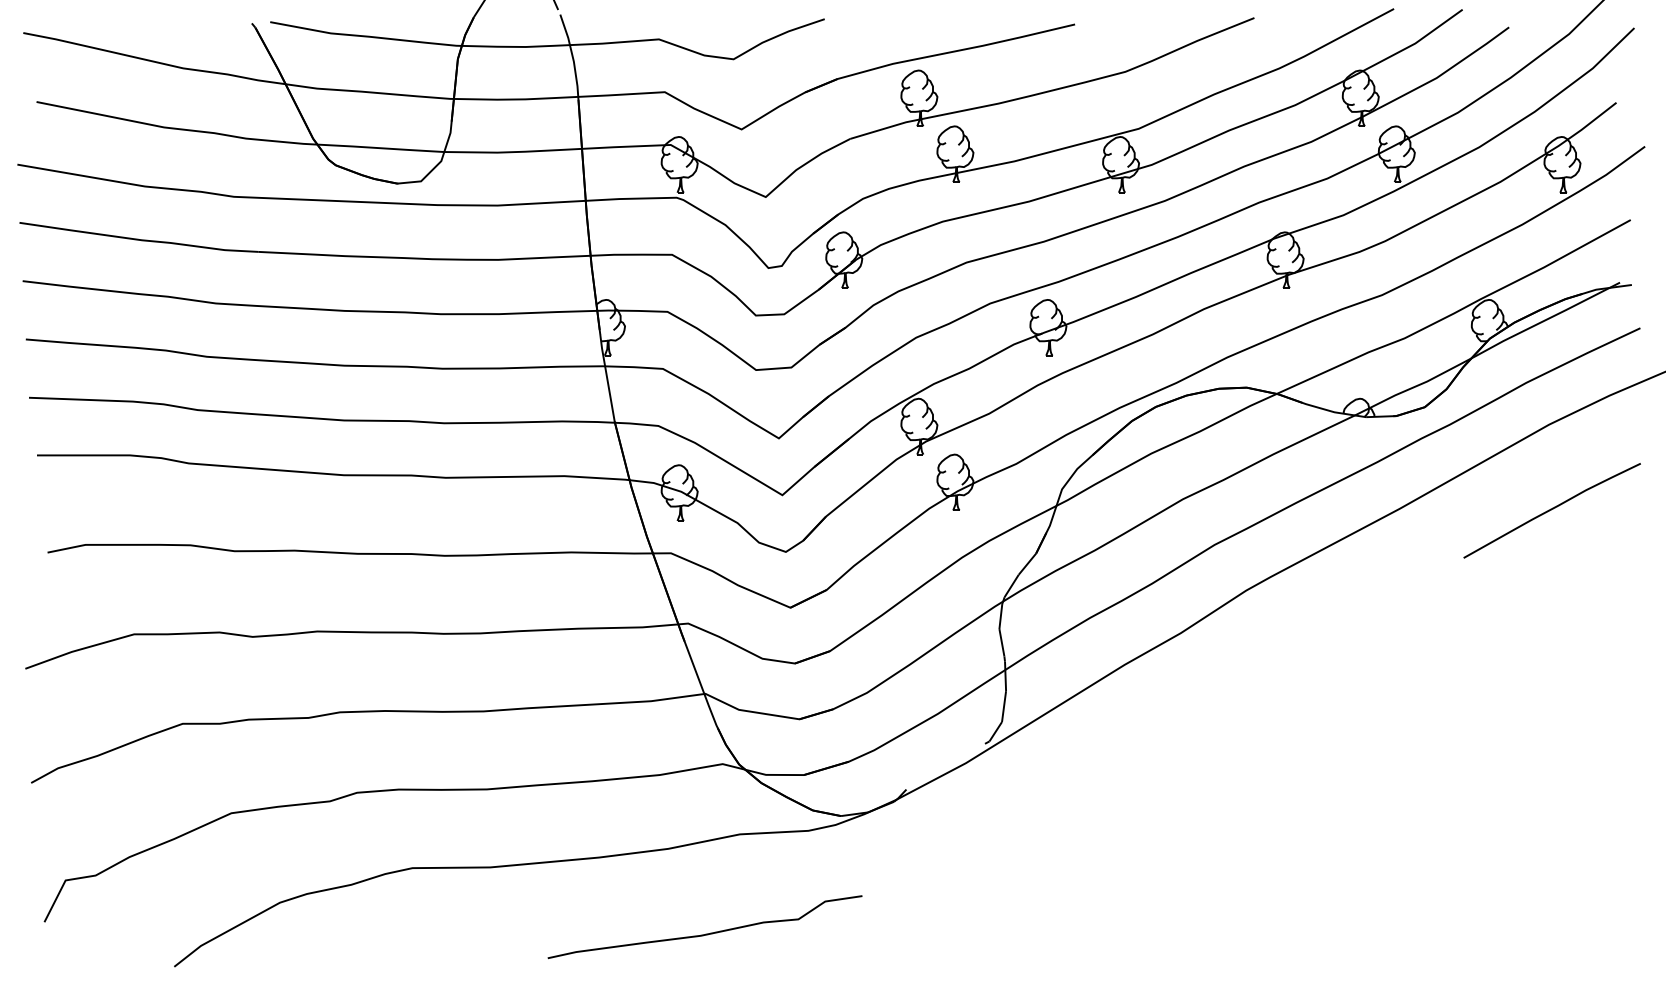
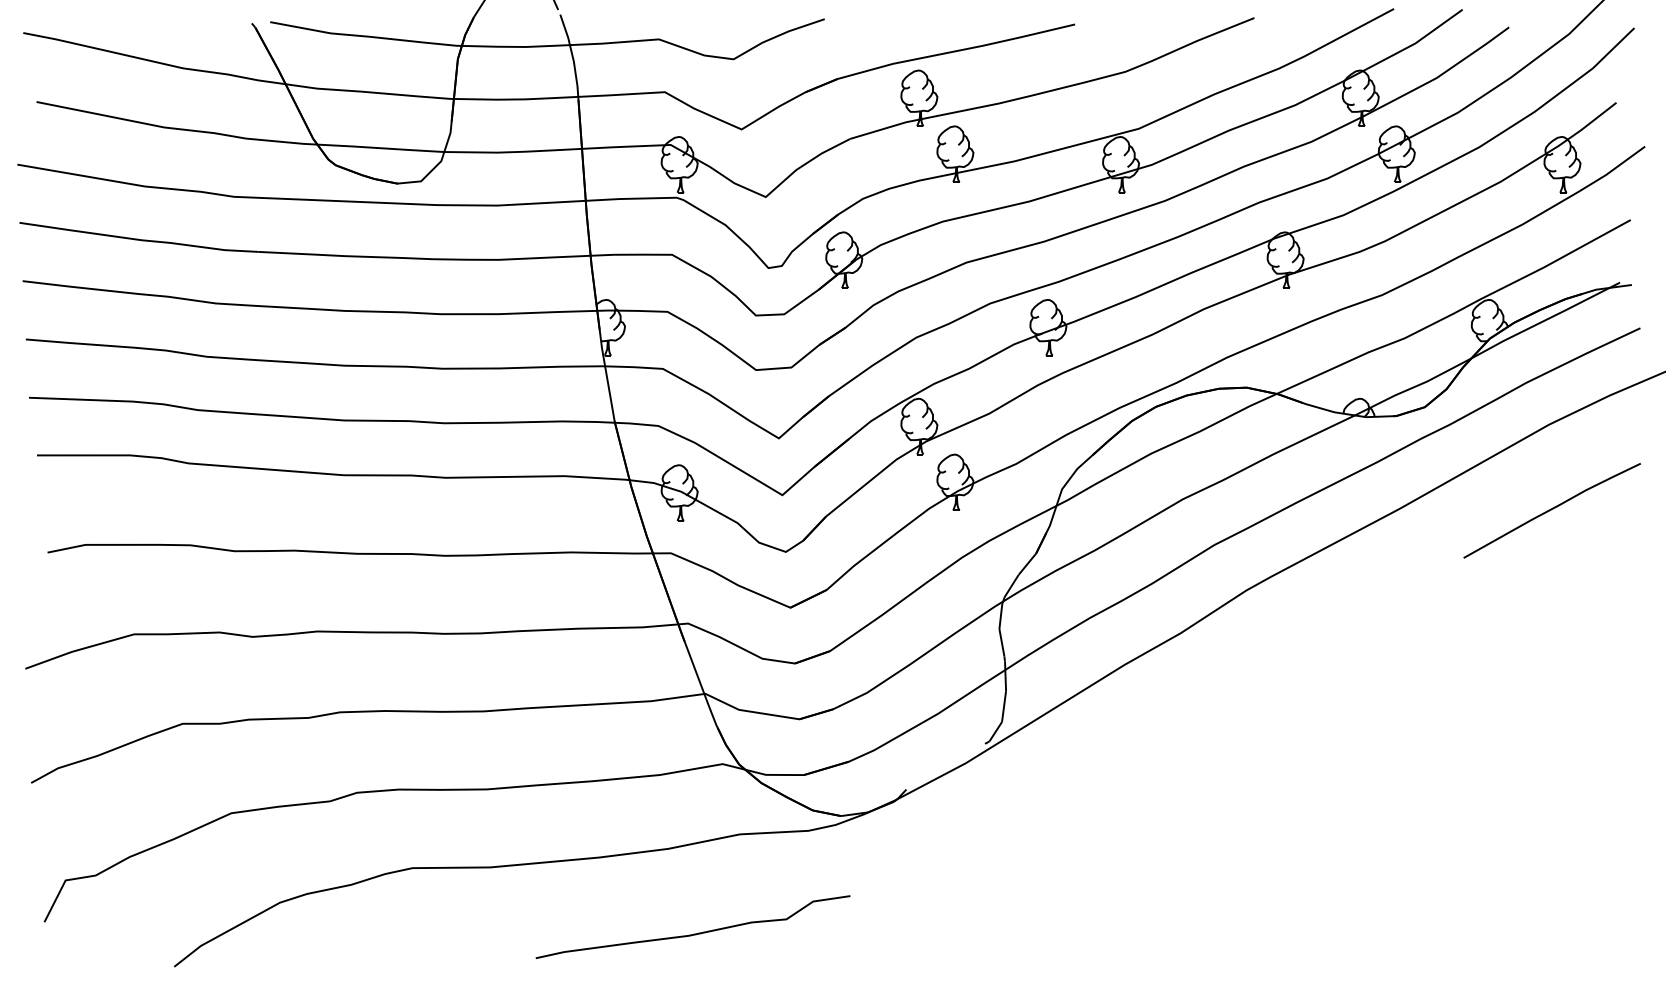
curve at (705, 933) position: (705, 933) -> (693, 933)
